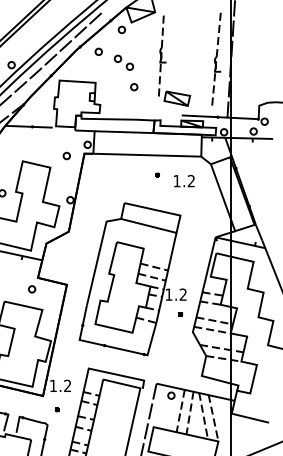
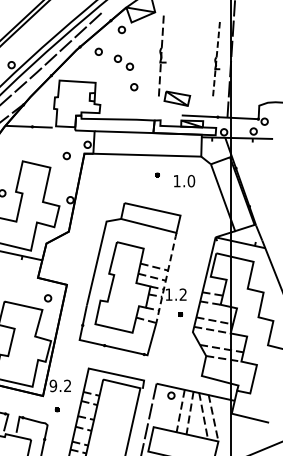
part at (216, 58) size: 11x94 px -> 9x75 px
text at (191, 181): 1.2 -> 1.0
line at (166, 276): solid -> dashed
part at (32, 289) position: (32, 289) -> (48, 298)
text at (53, 385): 1.2 -> 9.2
